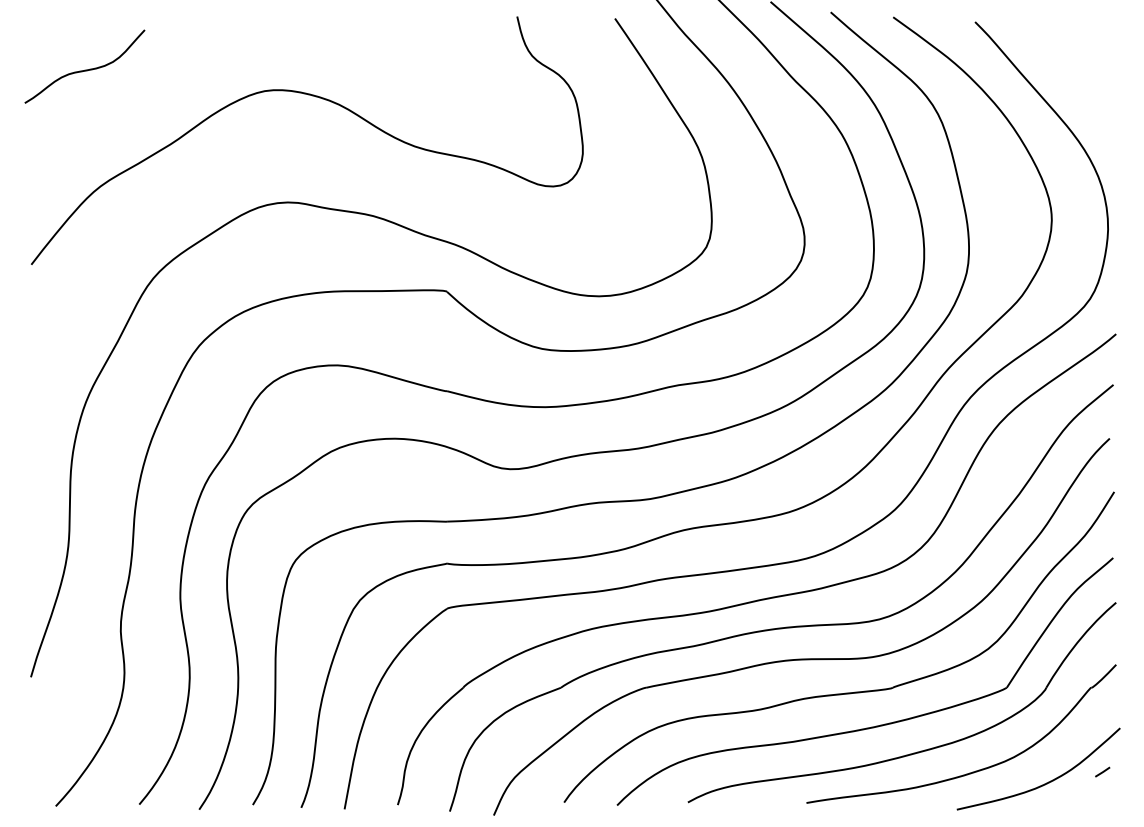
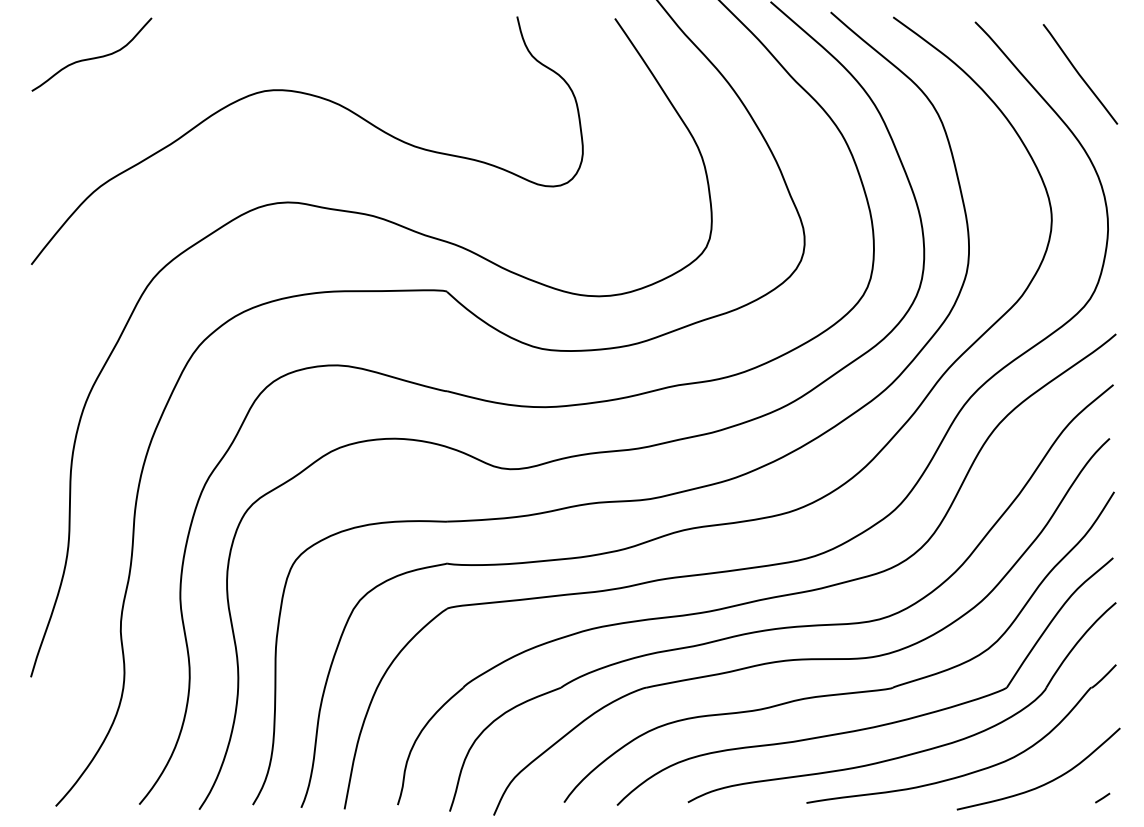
curve at (84, 69) position: (84, 69) -> (91, 57)
curve at (1080, 74): none -> present
line at (1102, 771) position: (1102, 771) -> (1102, 797)
